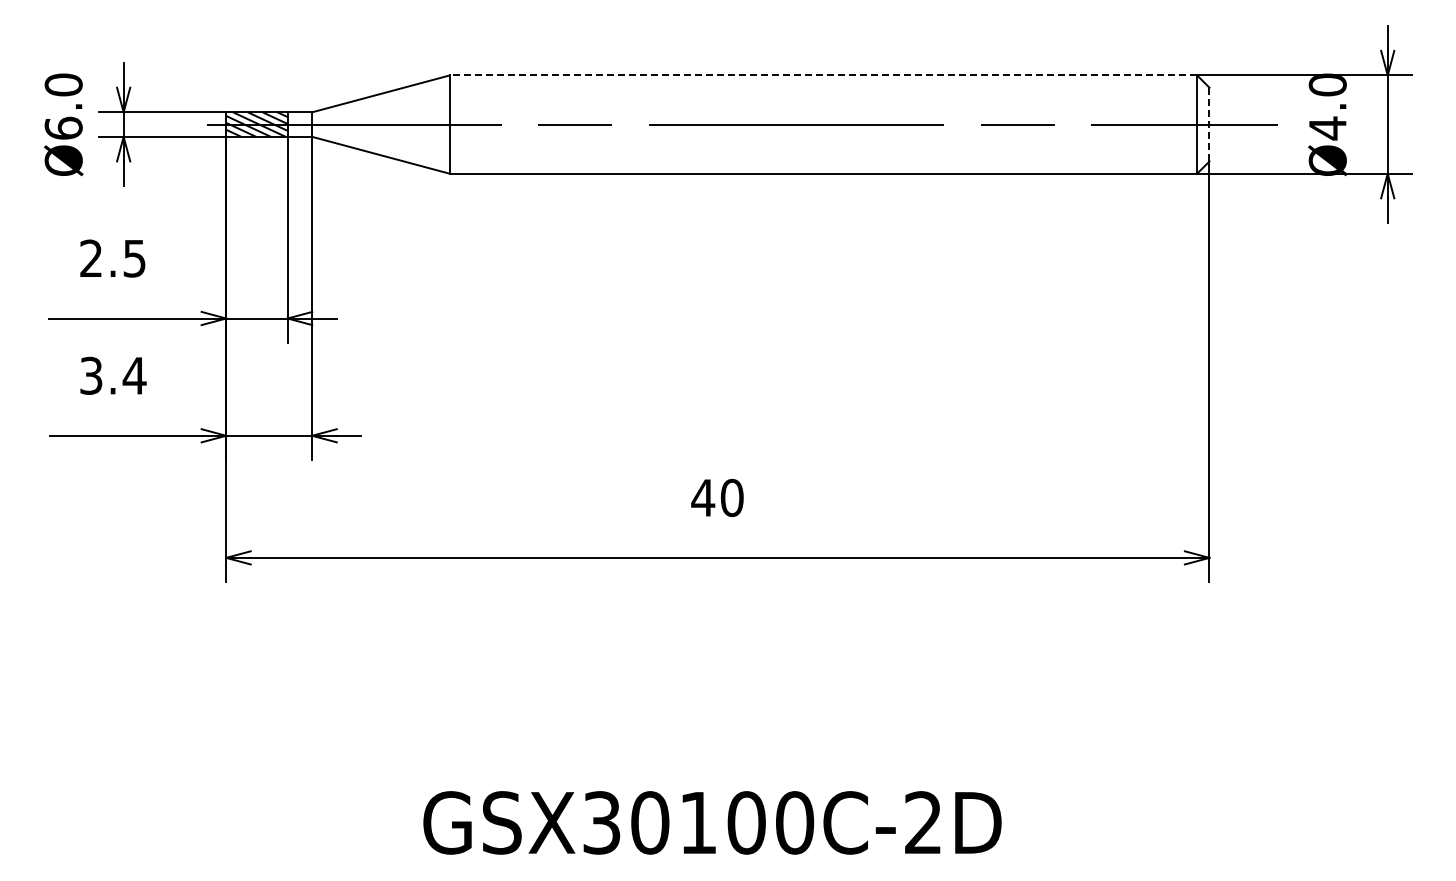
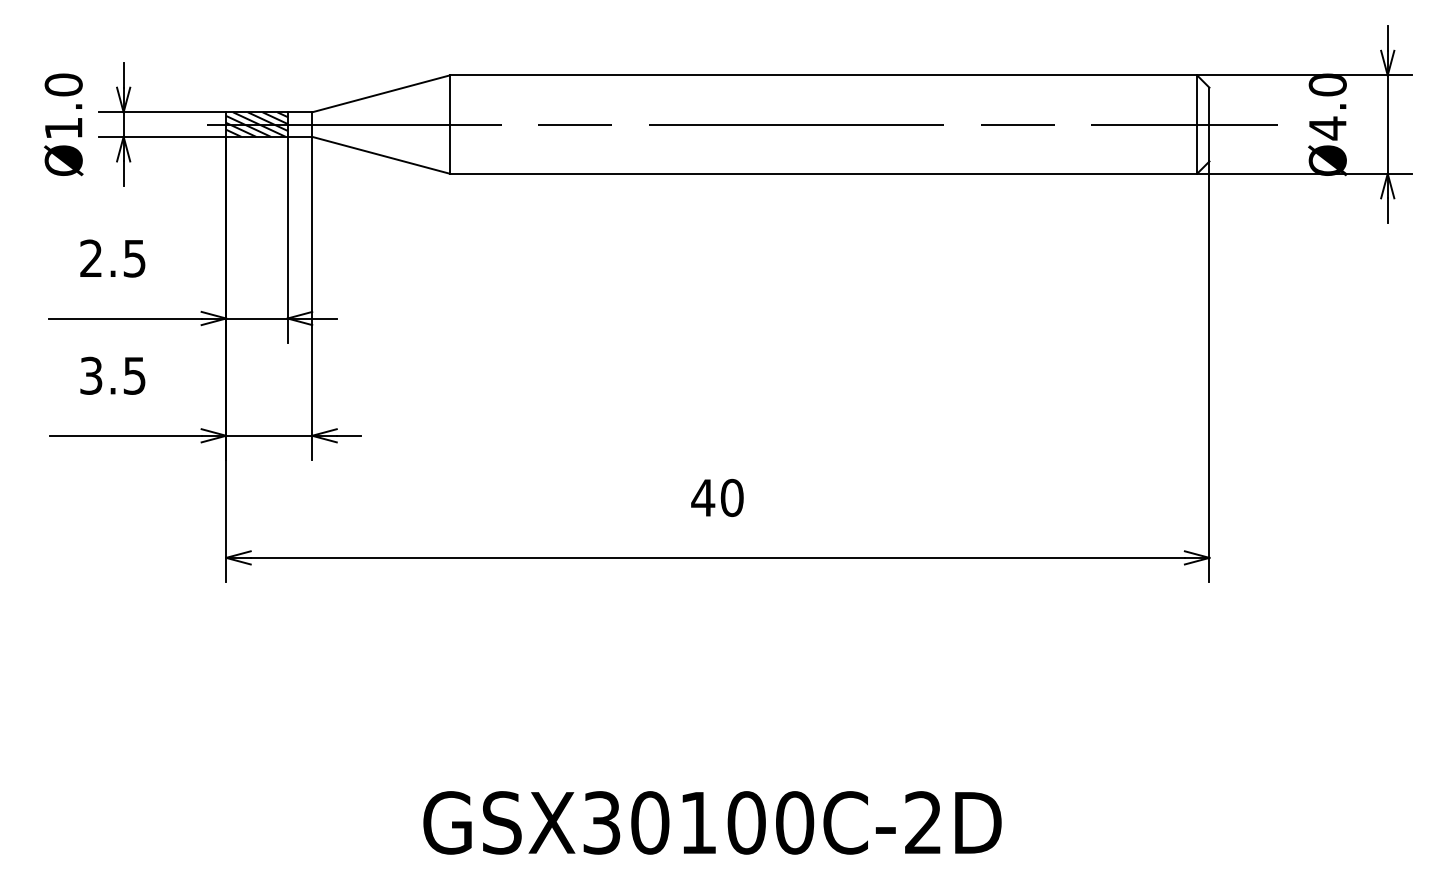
line at (823, 75): dashed -> solid
line at (1209, 124): dashed -> solid
text at (63, 127): Ø6.0 -> Ø1.0
text at (134, 375): 3.4 -> 3.5
